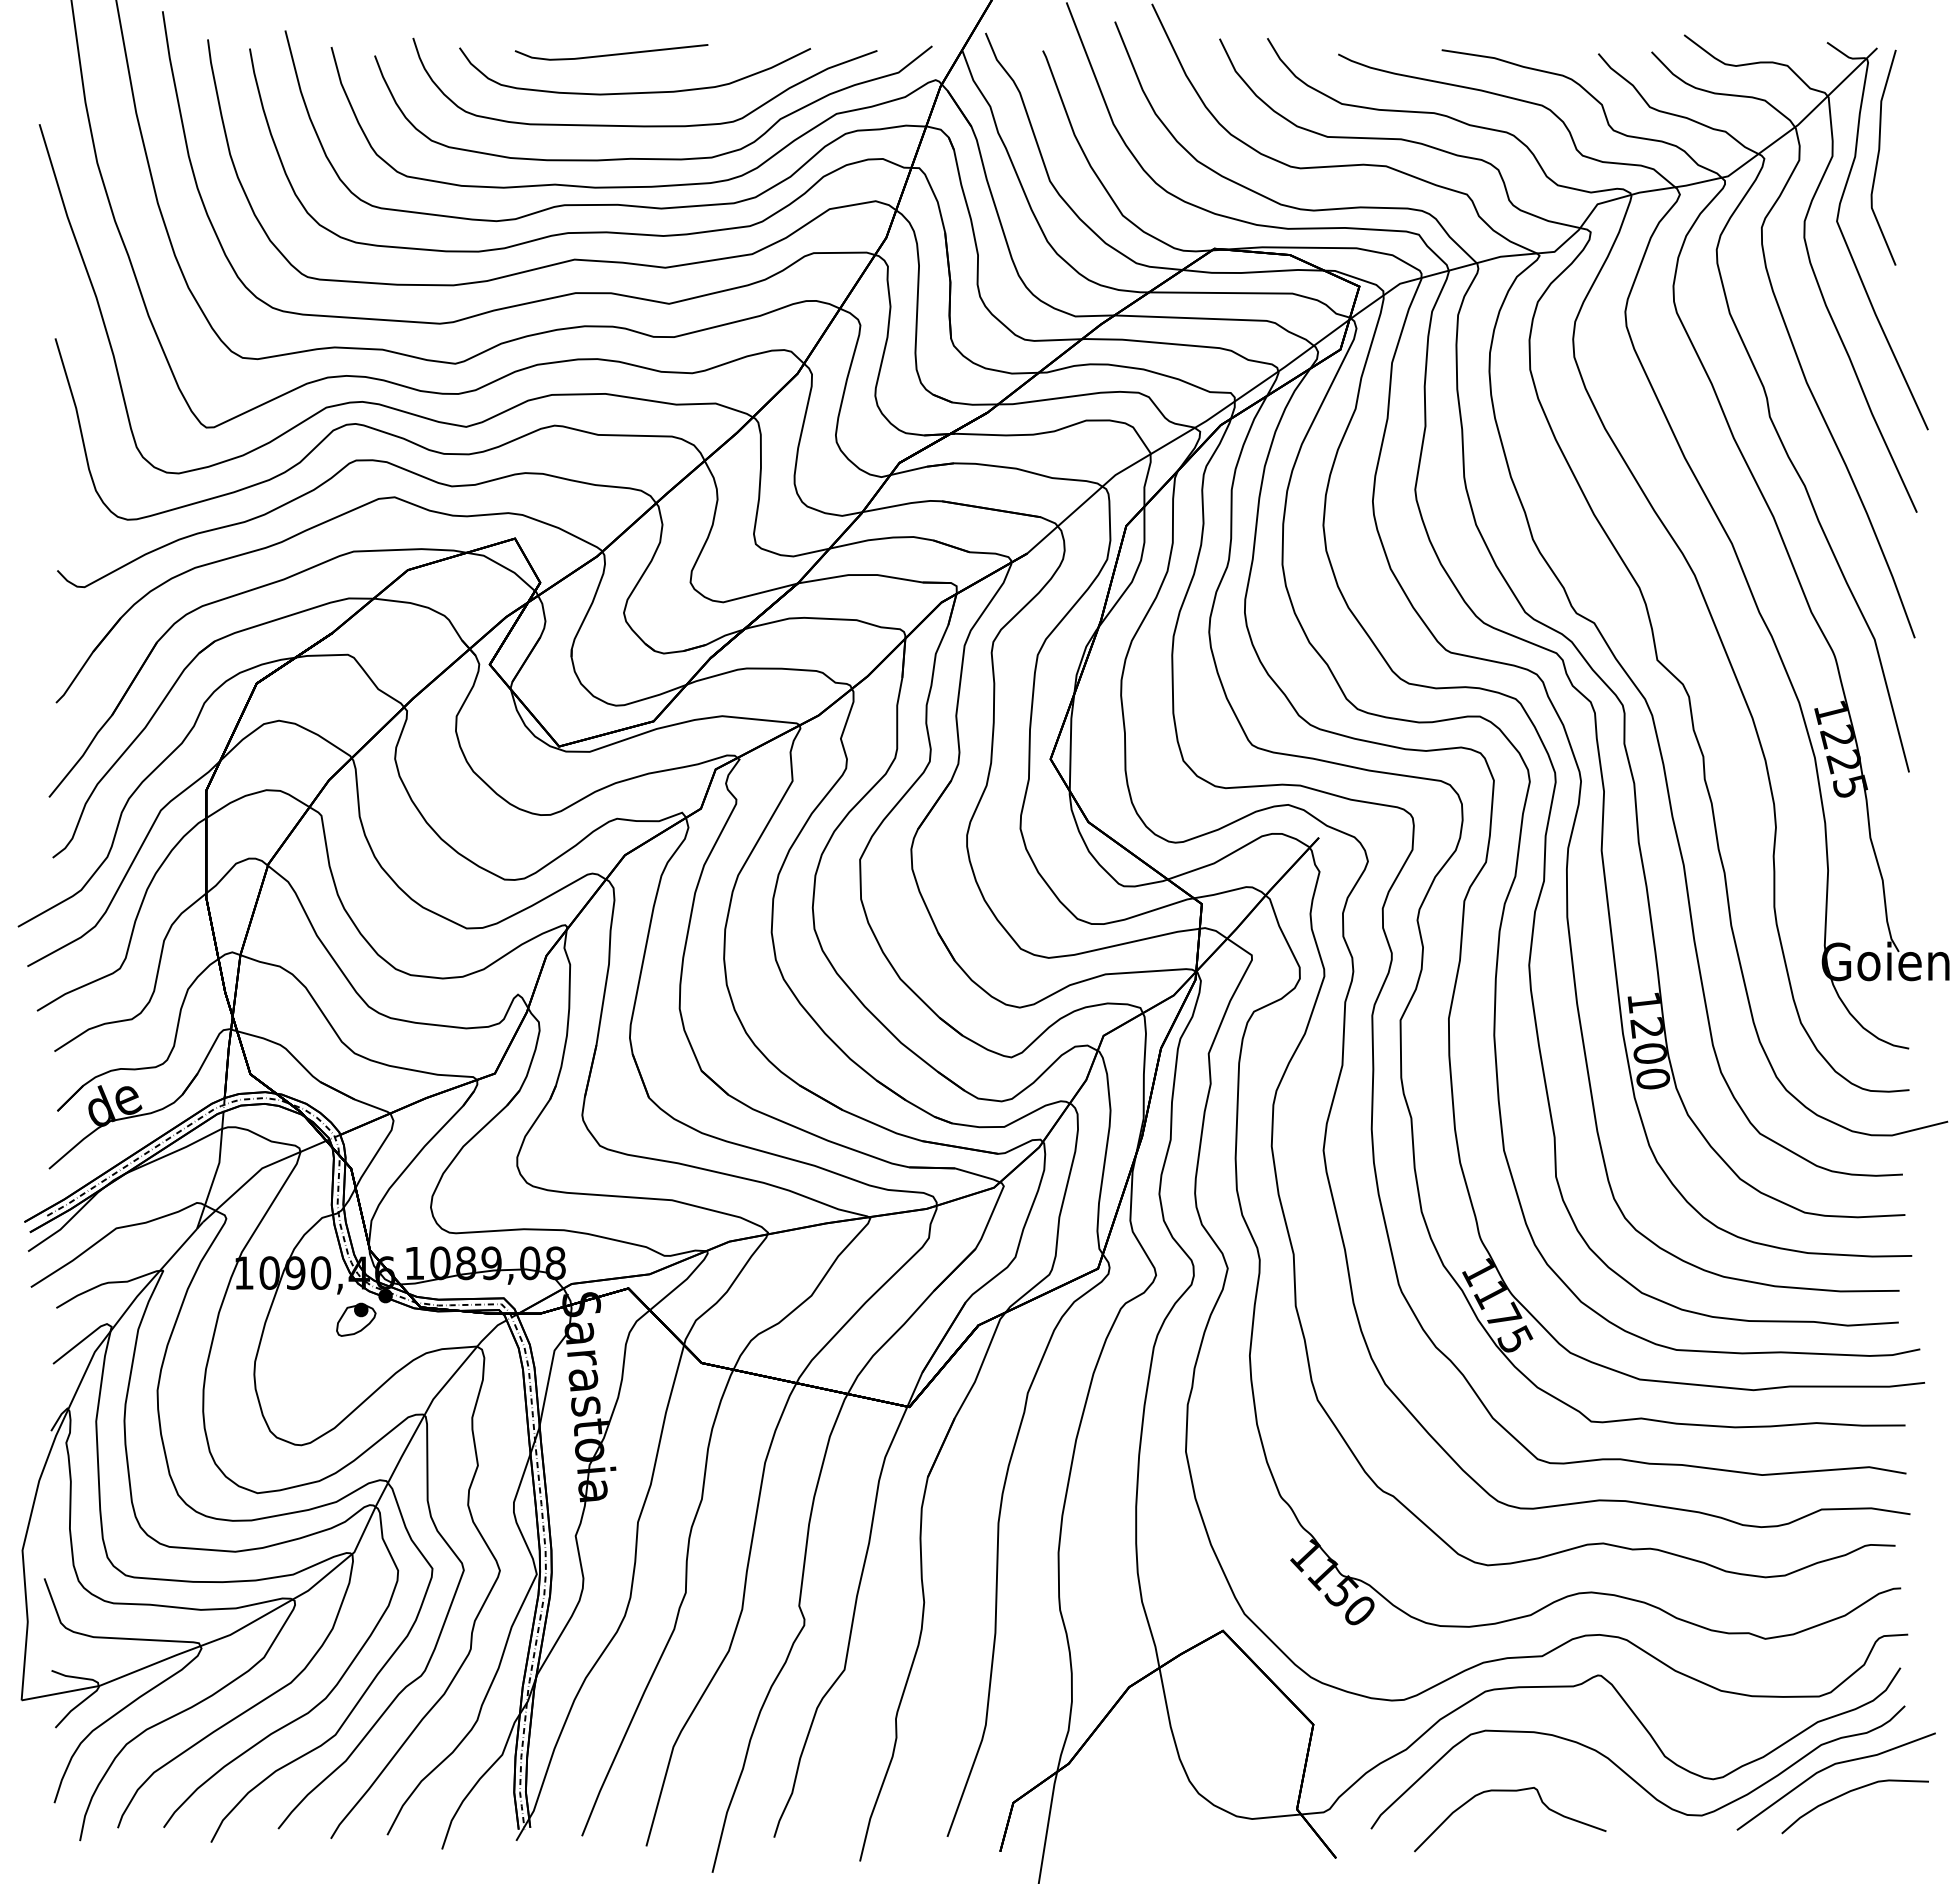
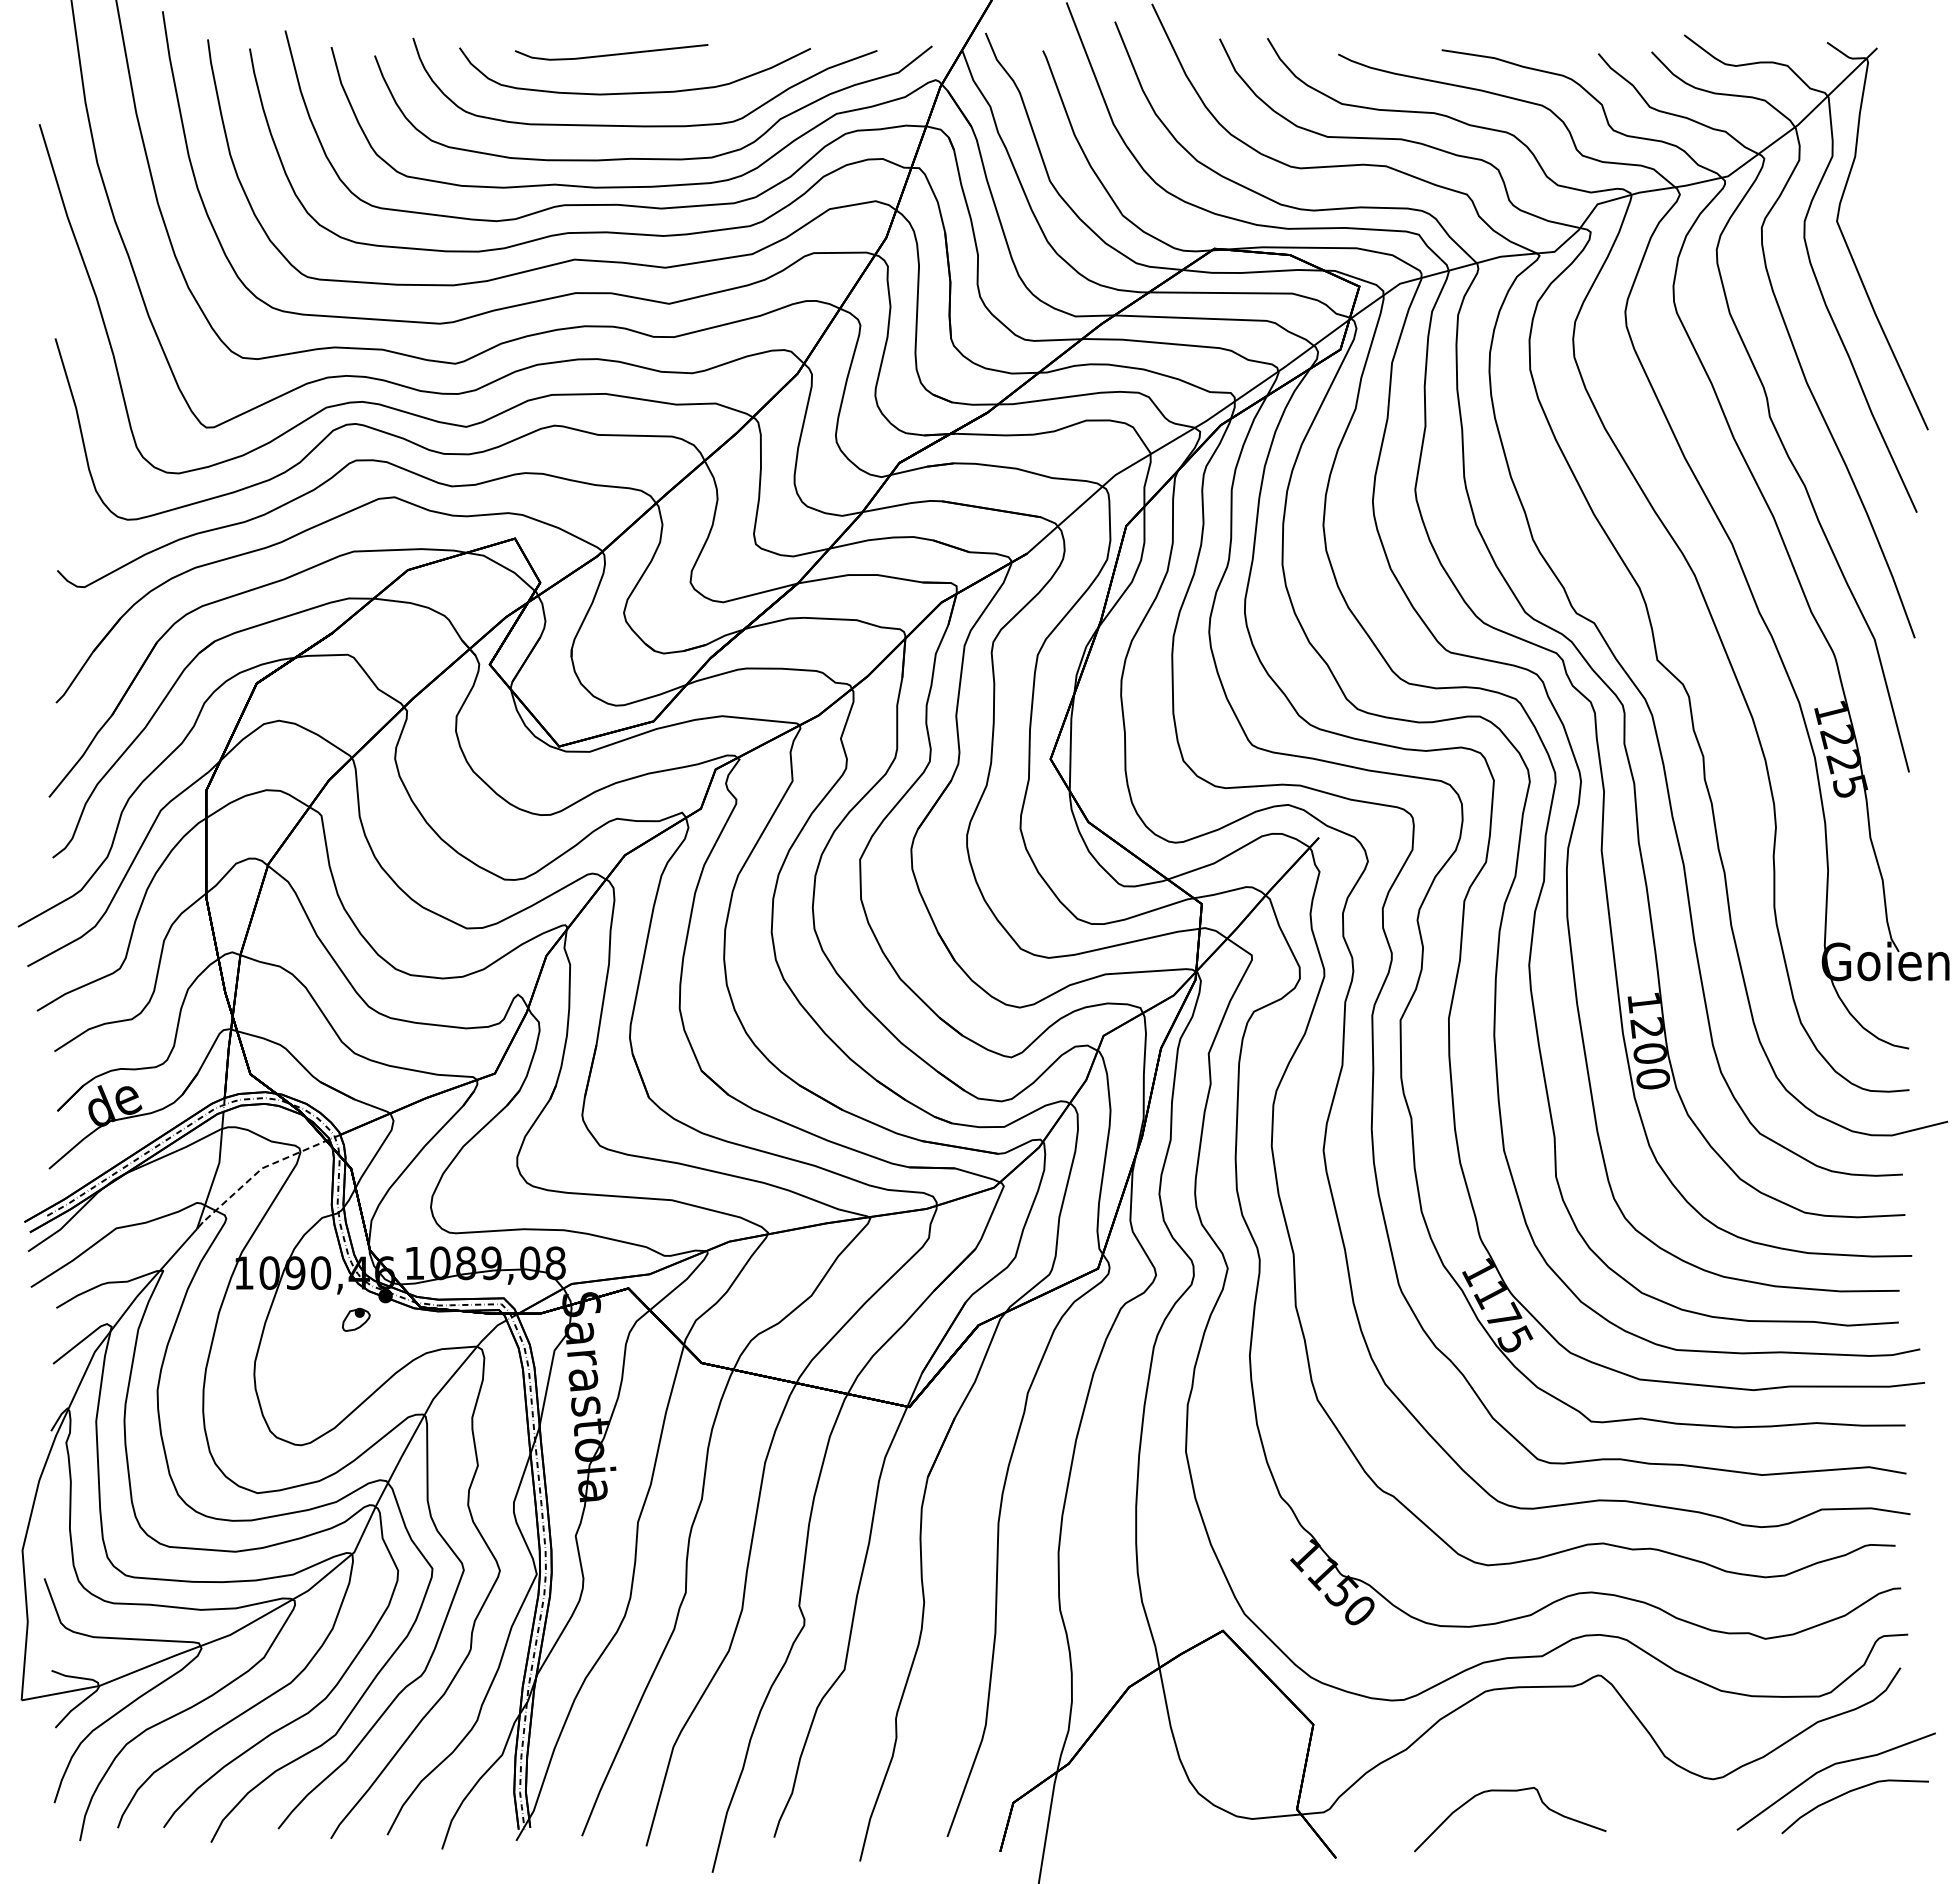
curve at (1879, 155): present -> none
line at (260, 1170): solid -> dashed
part at (356, 1319) size: 41x35 px -> 29x25 px
curve at (1631, 1776): present -> none
